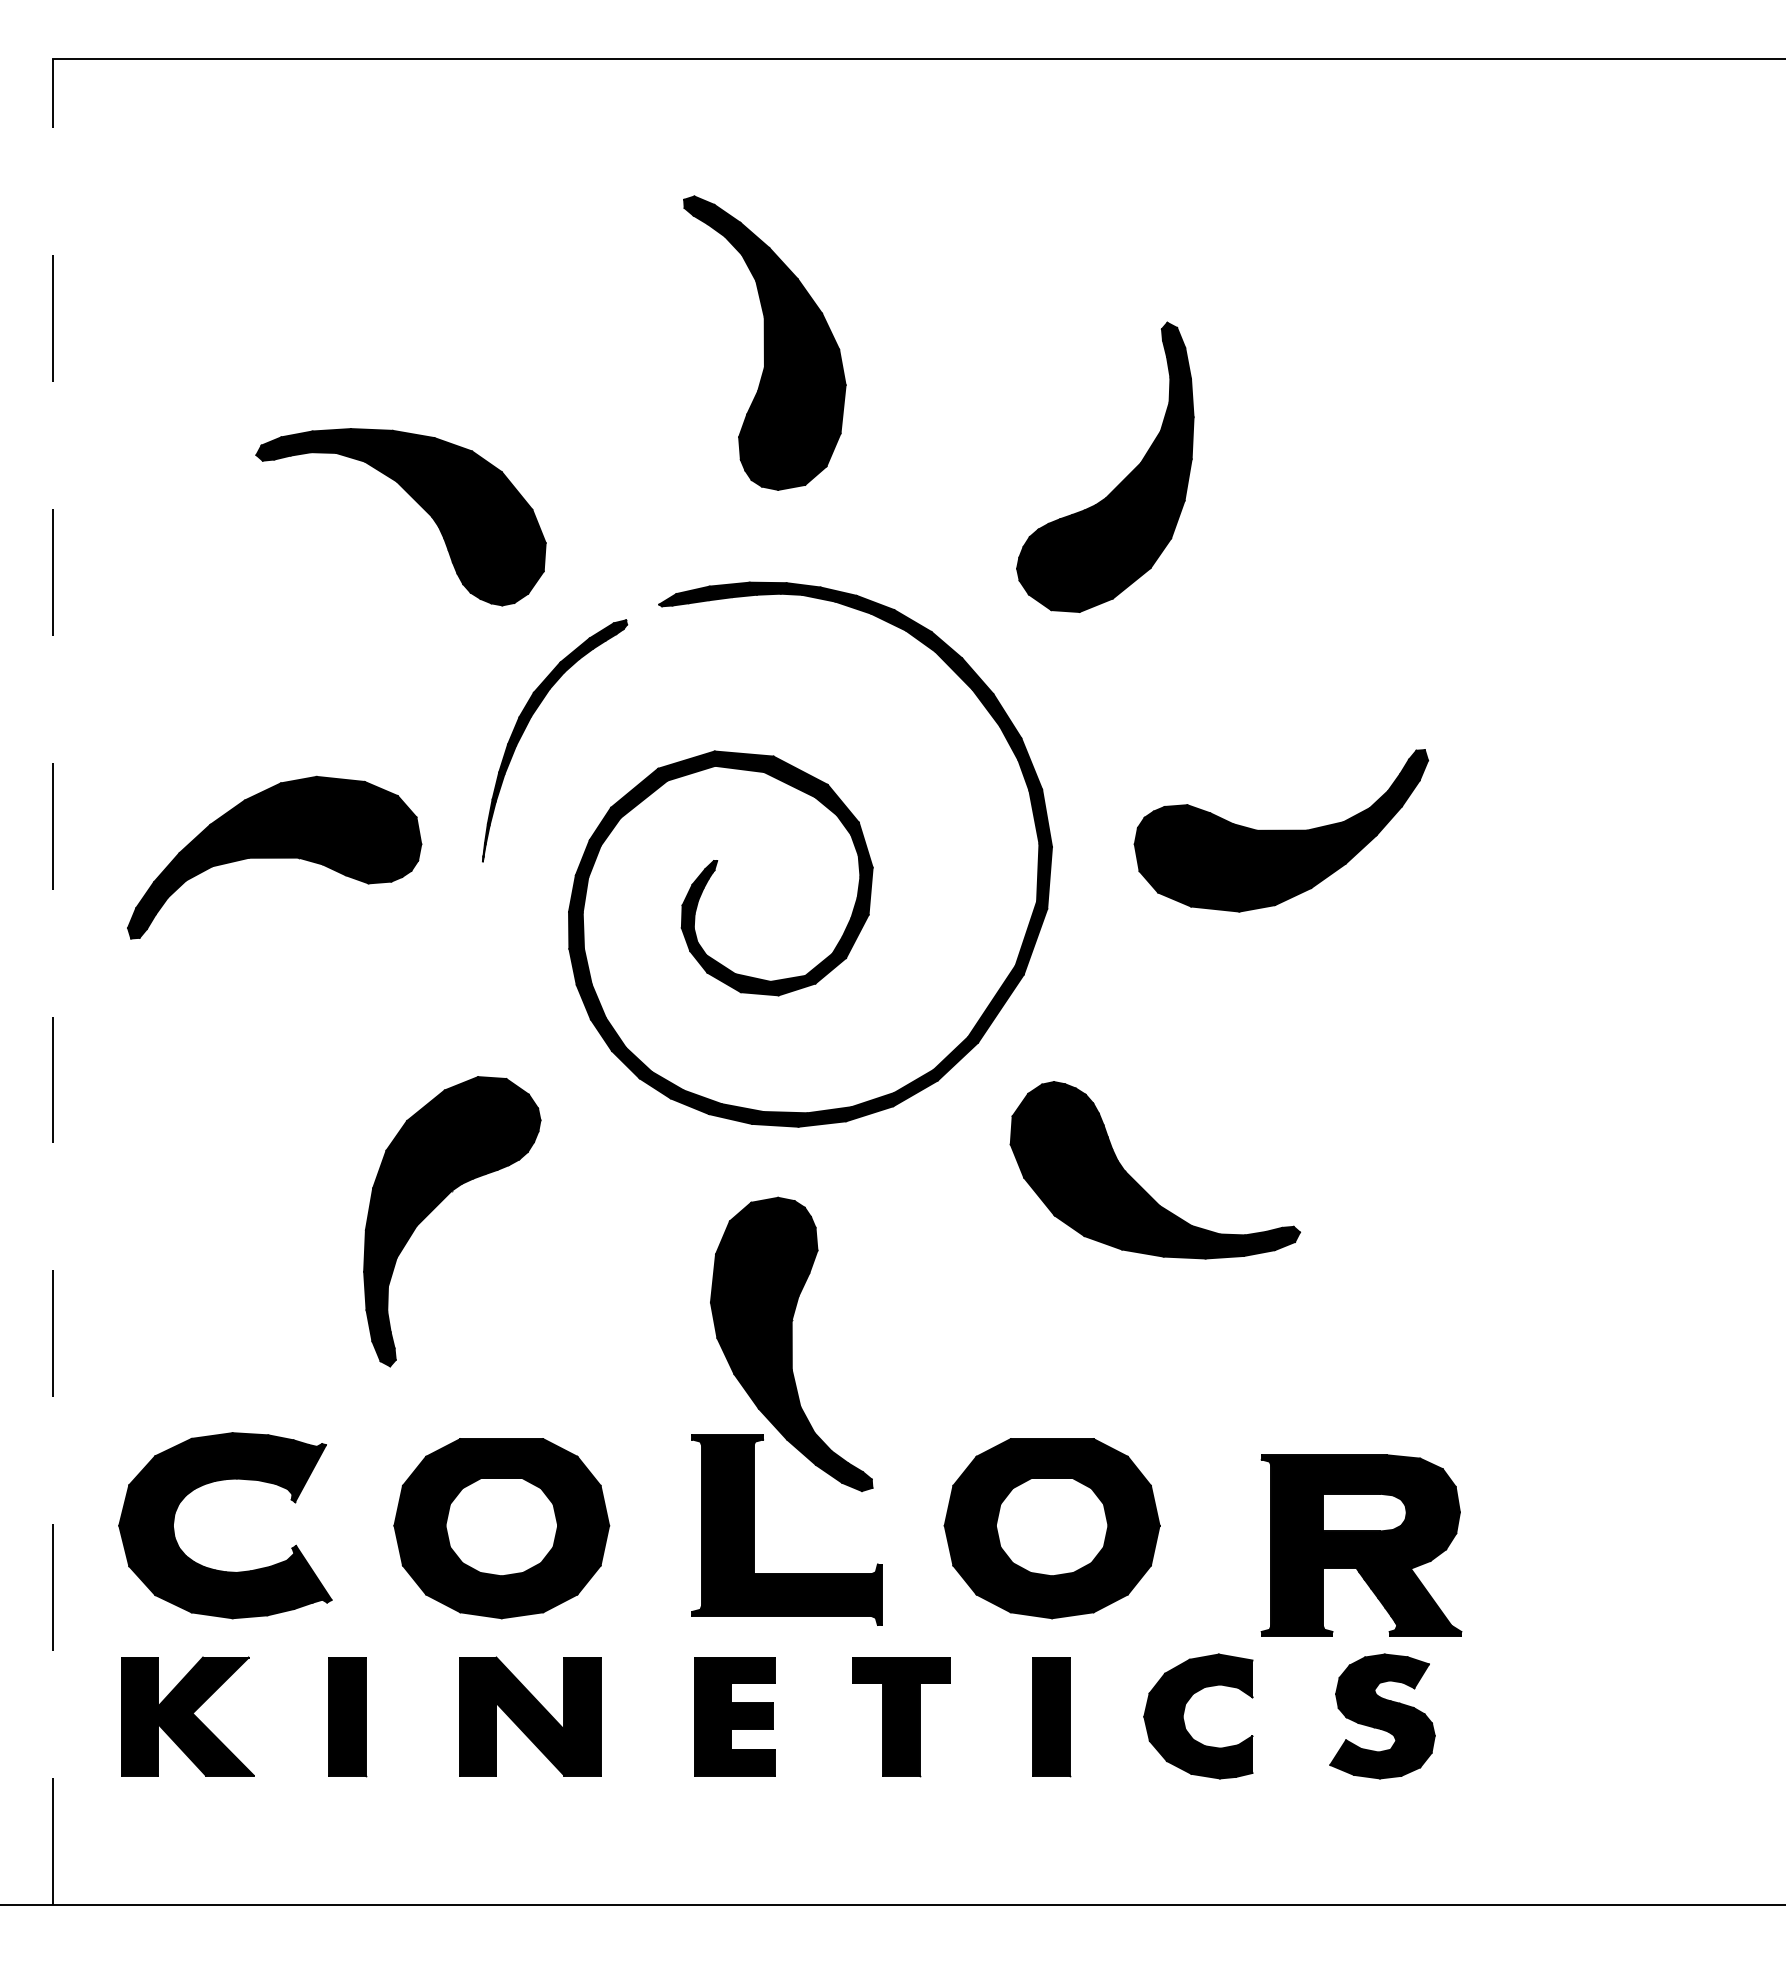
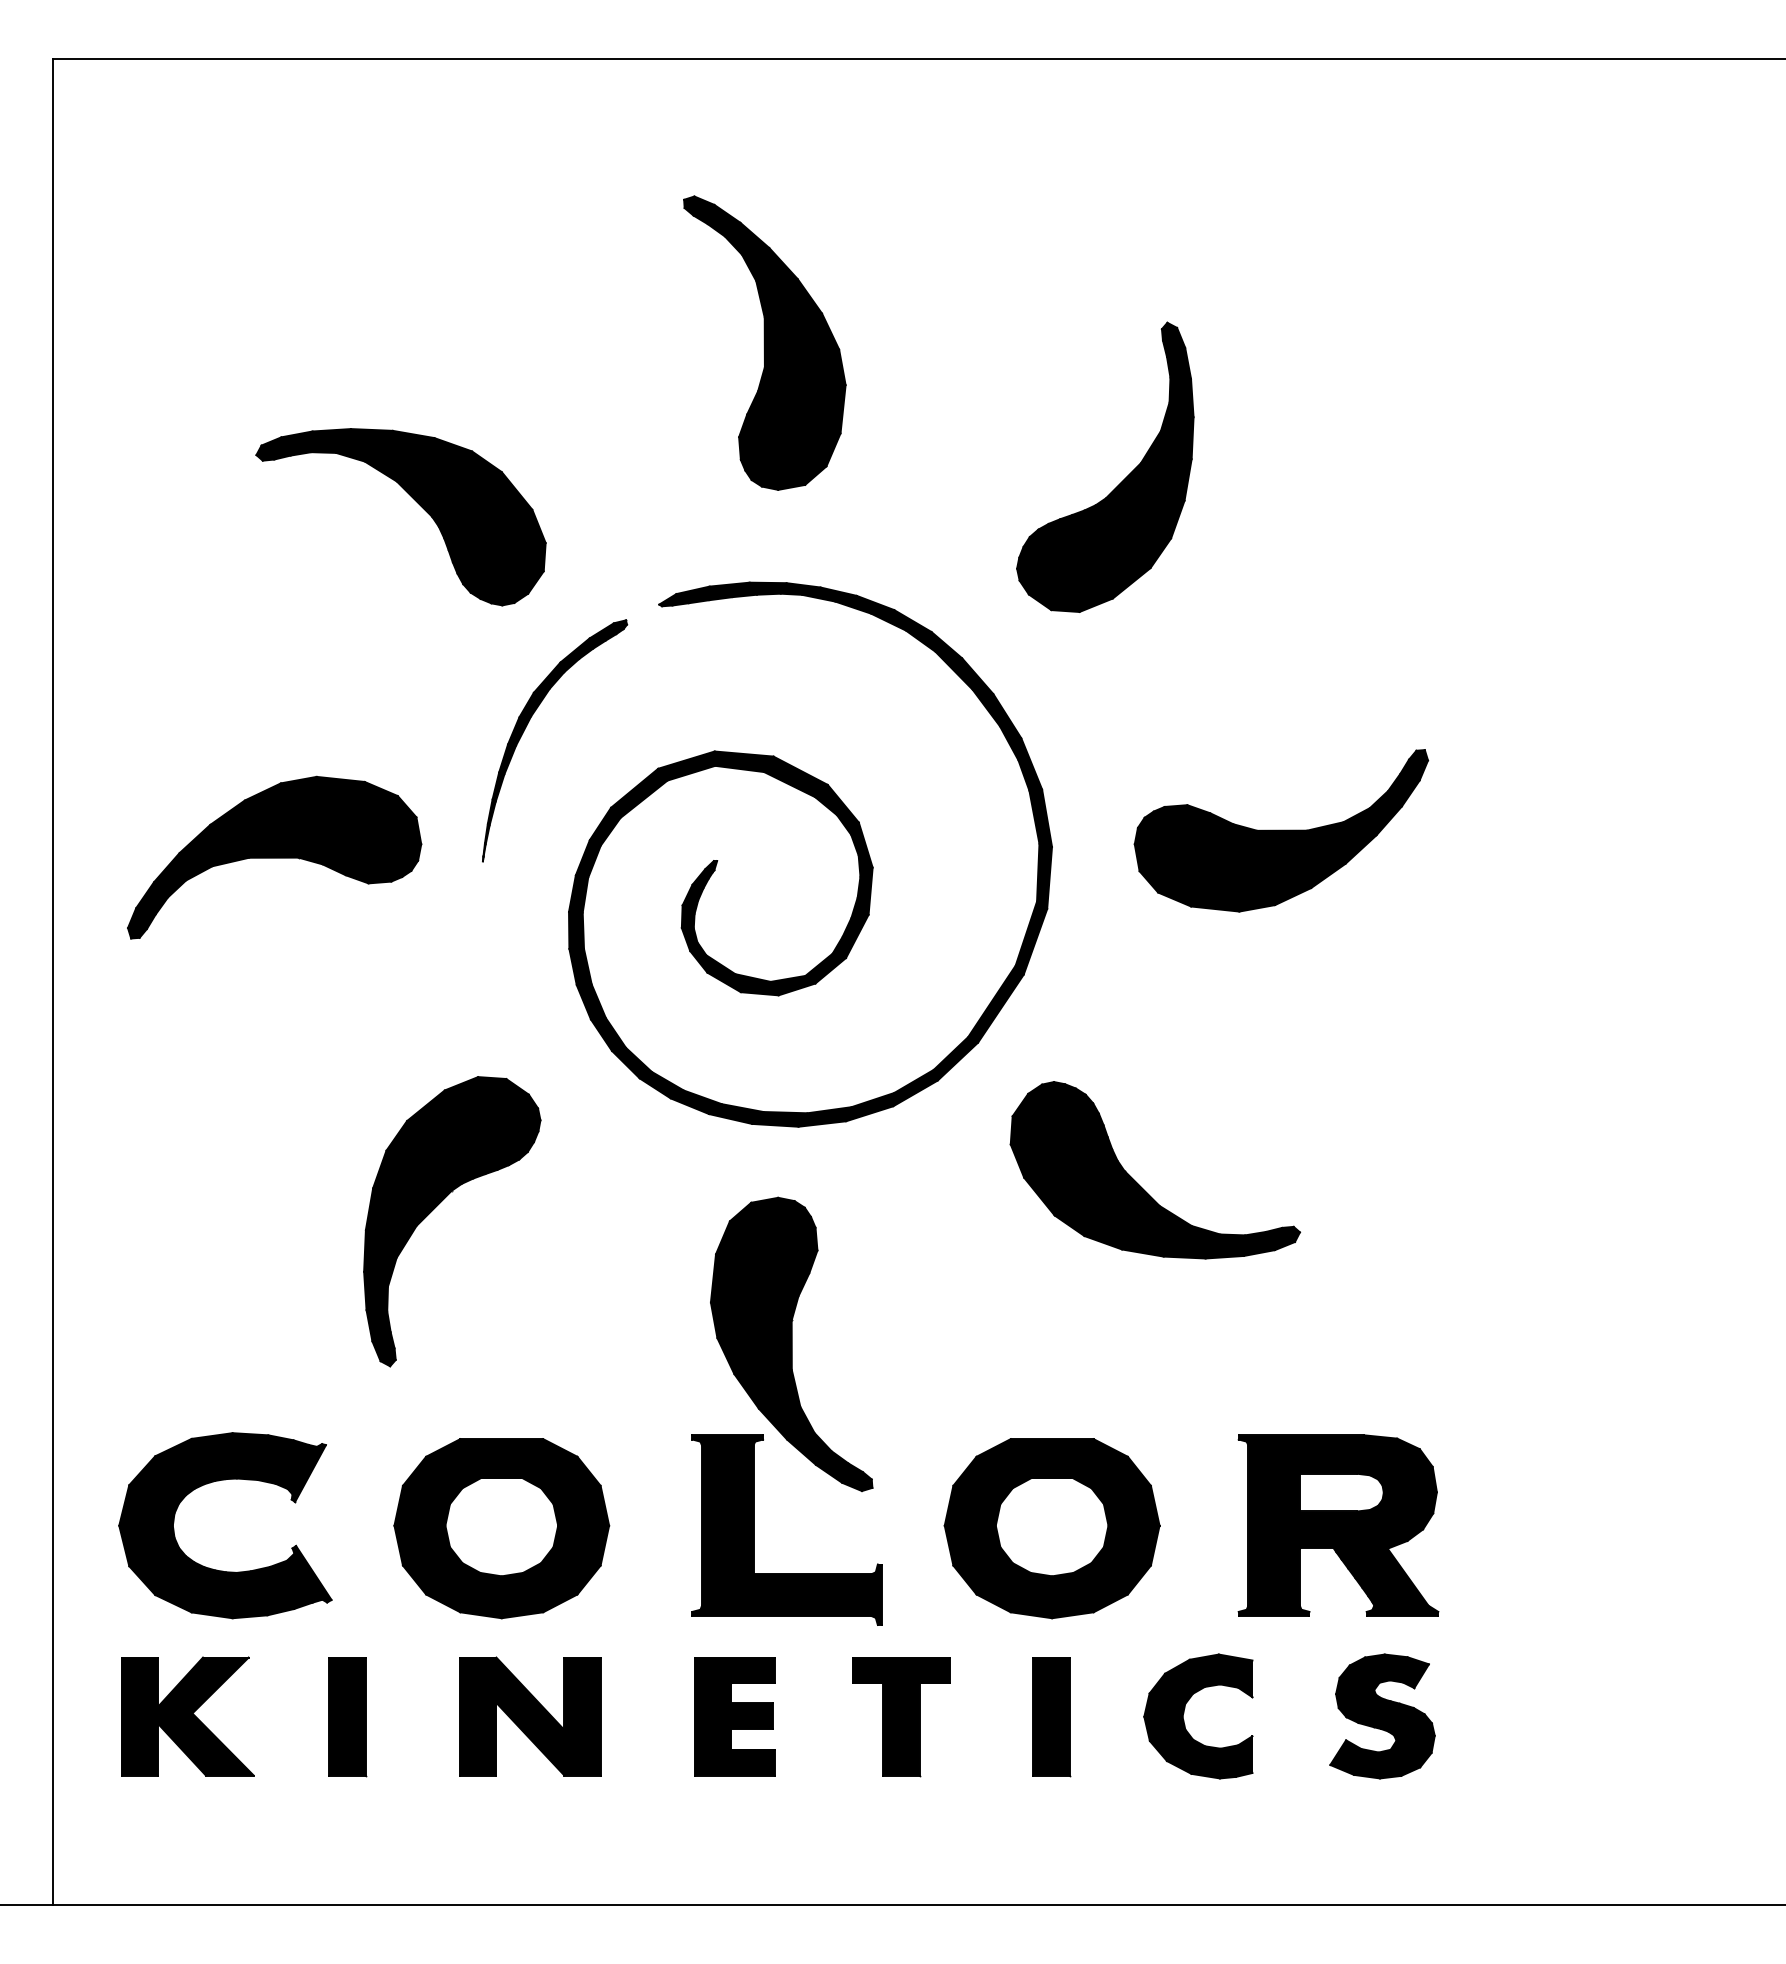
line at (53, 981): dashed -> solid
part at (1361, 1545) position: (1361, 1545) -> (1338, 1525)
